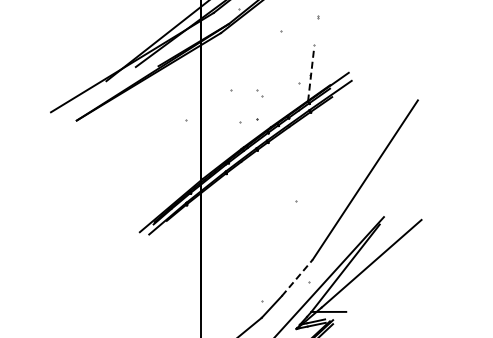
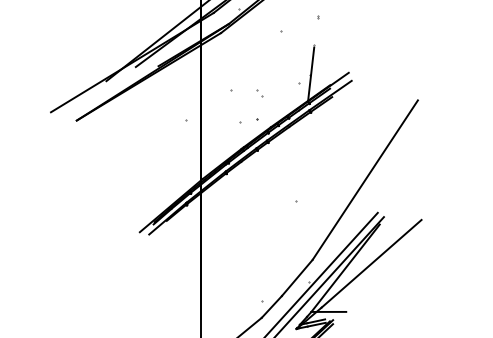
line at (311, 74): dashed -> solid
line at (322, 273): none -> present
line at (297, 278): dashed -> solid
